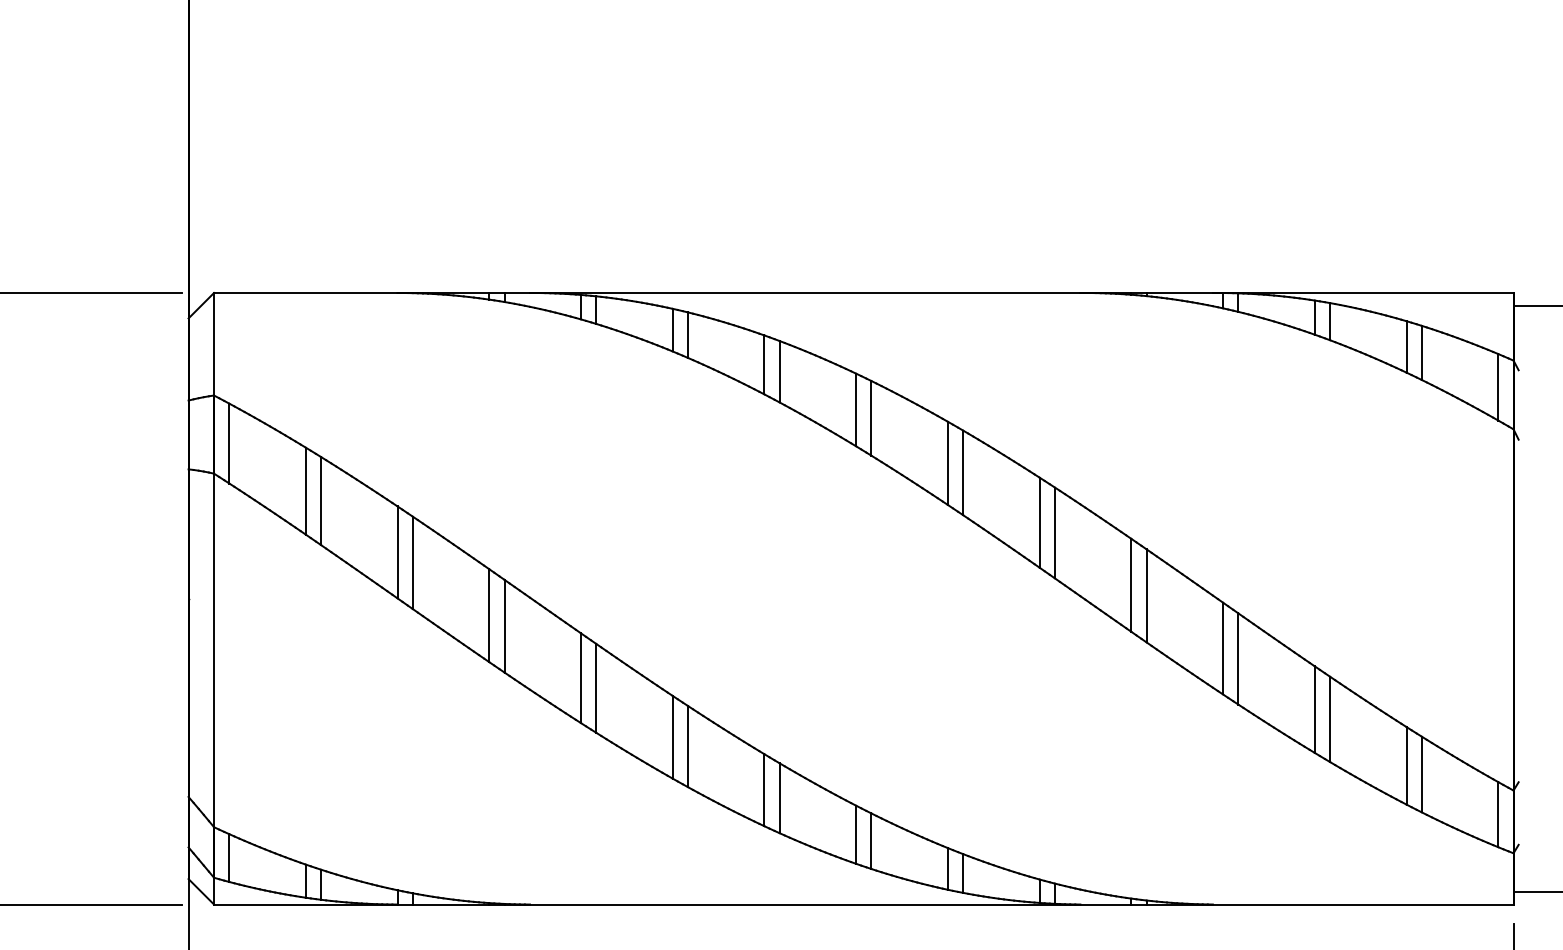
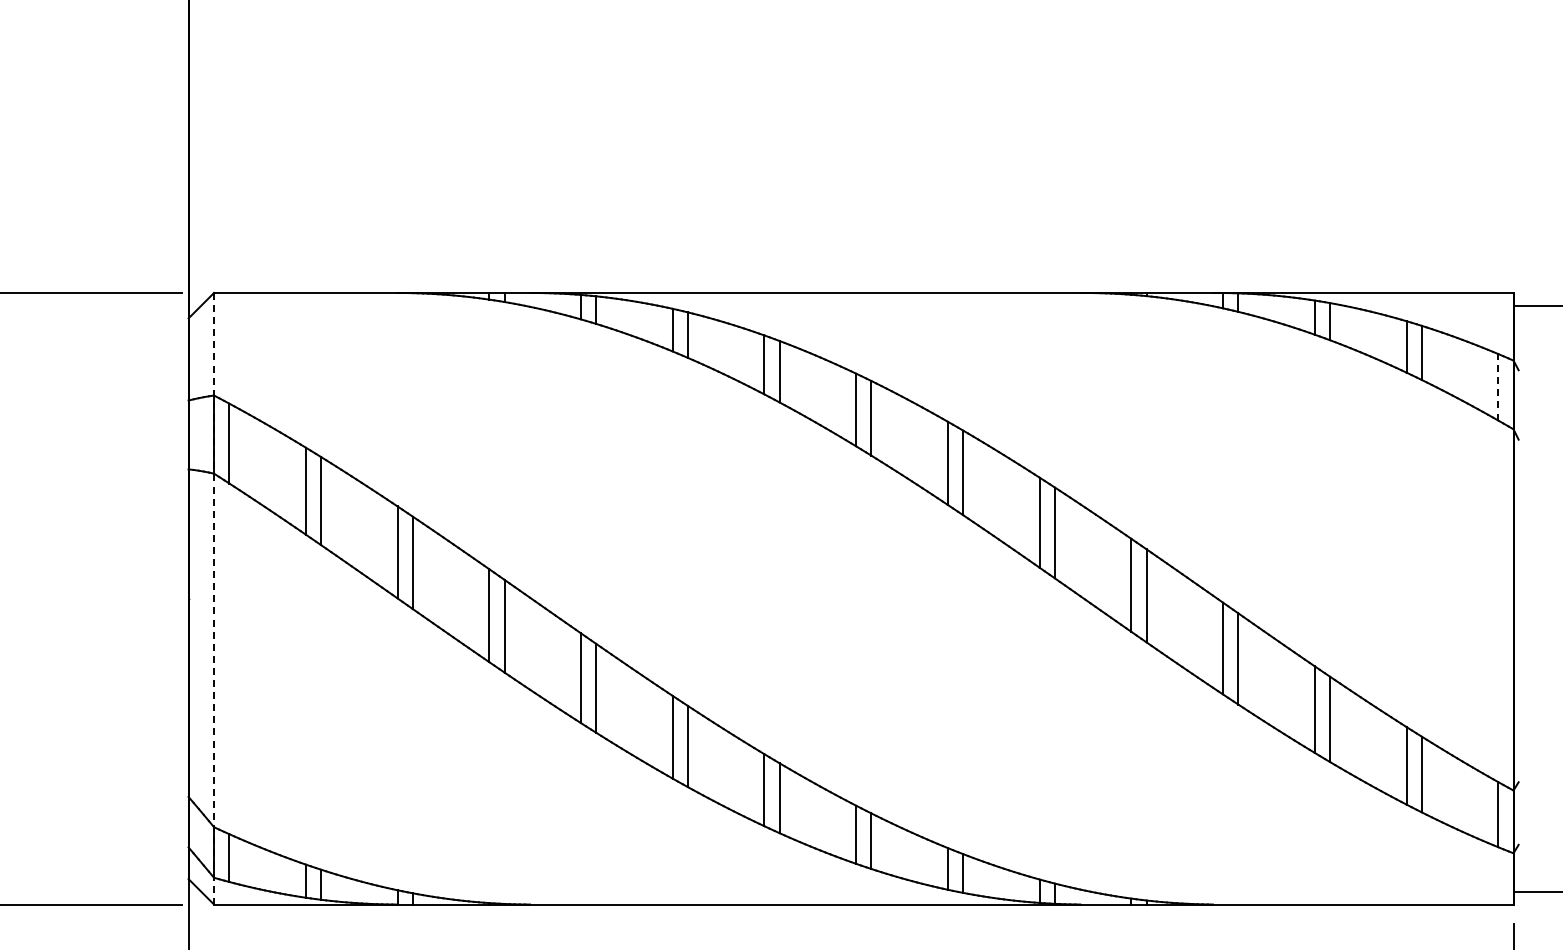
line at (1498, 386): solid -> dashed
line at (214, 598): solid -> dashed
